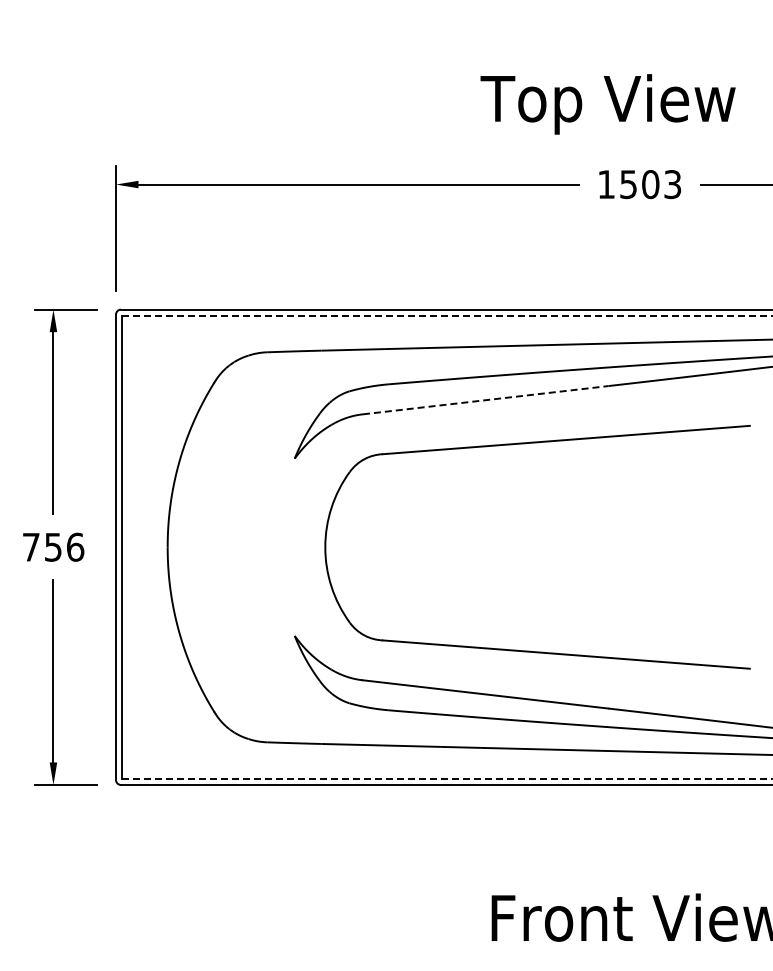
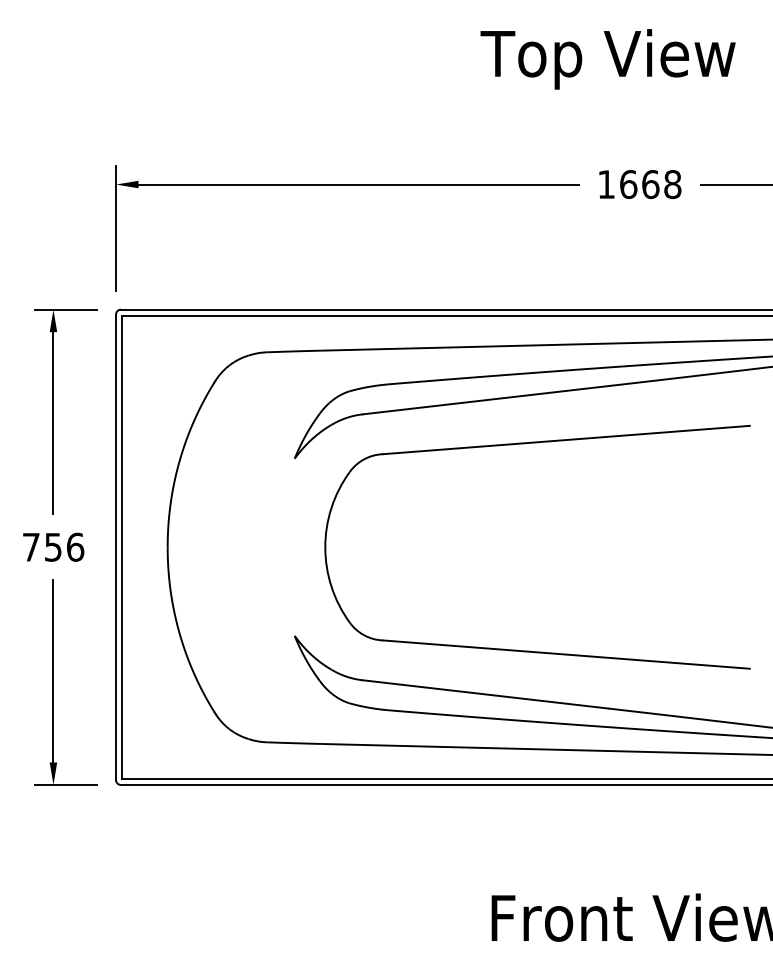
text at (607, 104) position: (607, 104) -> (607, 59)
text at (650, 184): 1503 -> 1668
line at (447, 315): dashed -> solid
line at (485, 400): dashed -> solid
line at (447, 778): dashed -> solid
